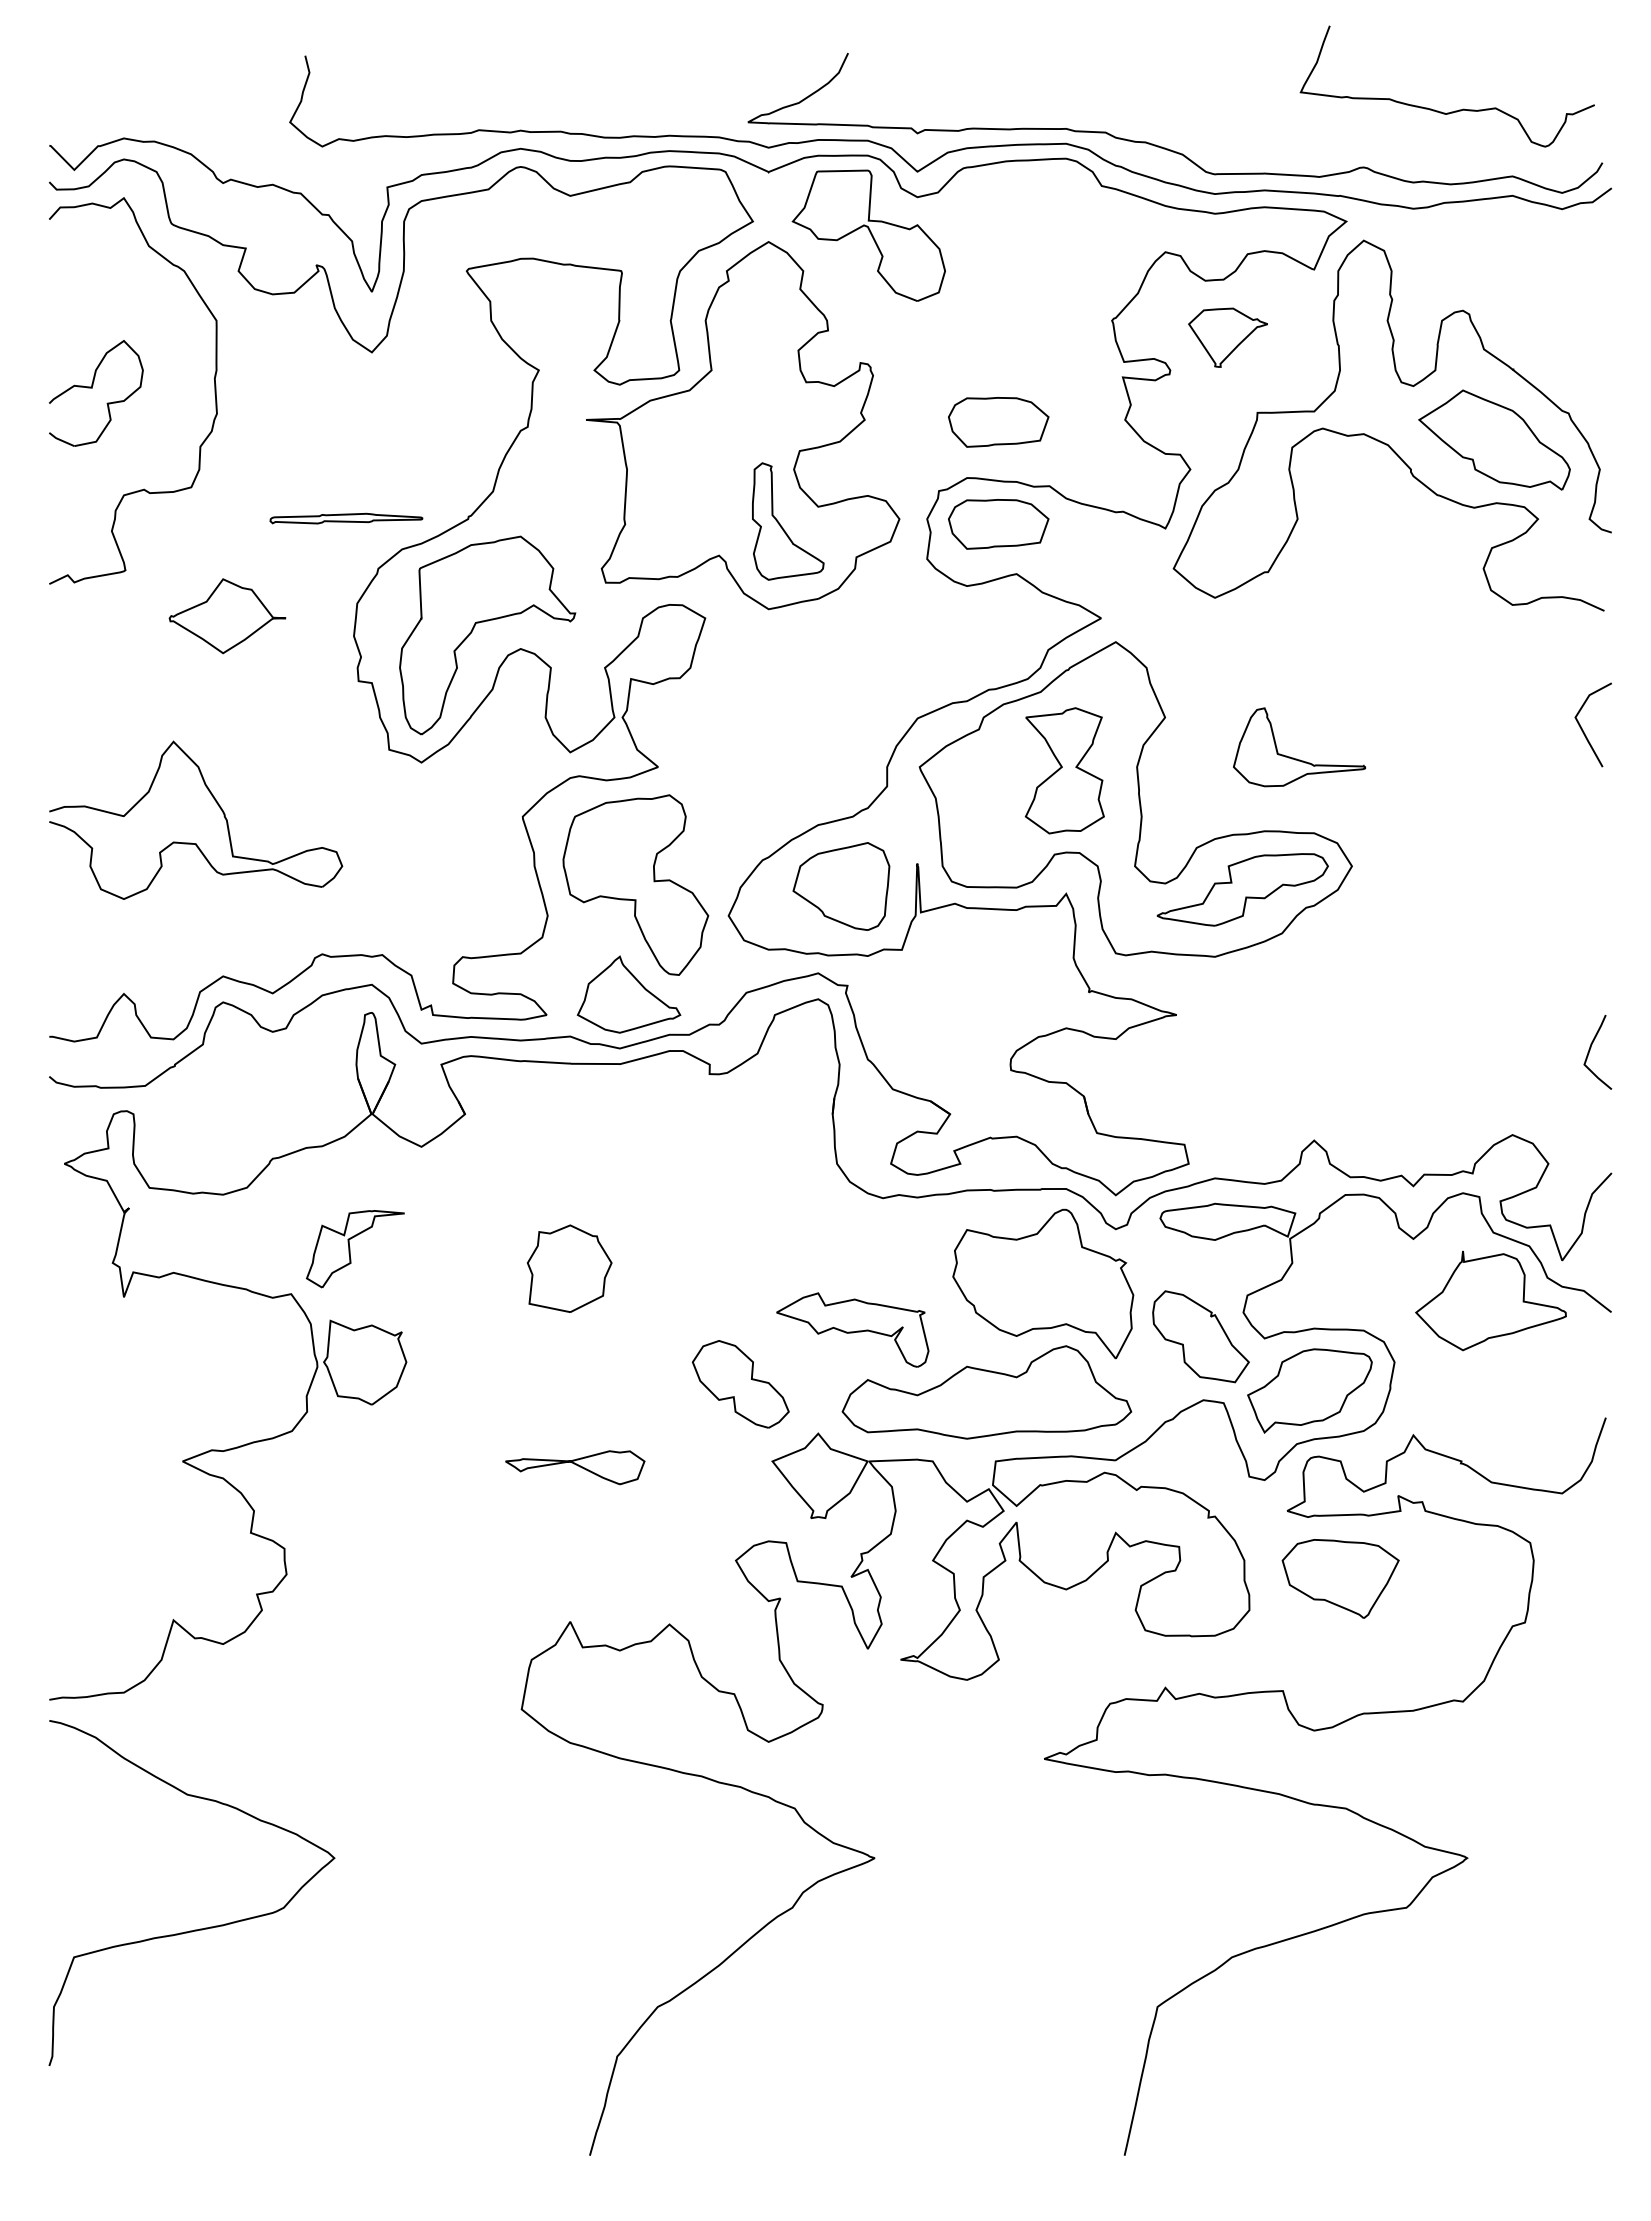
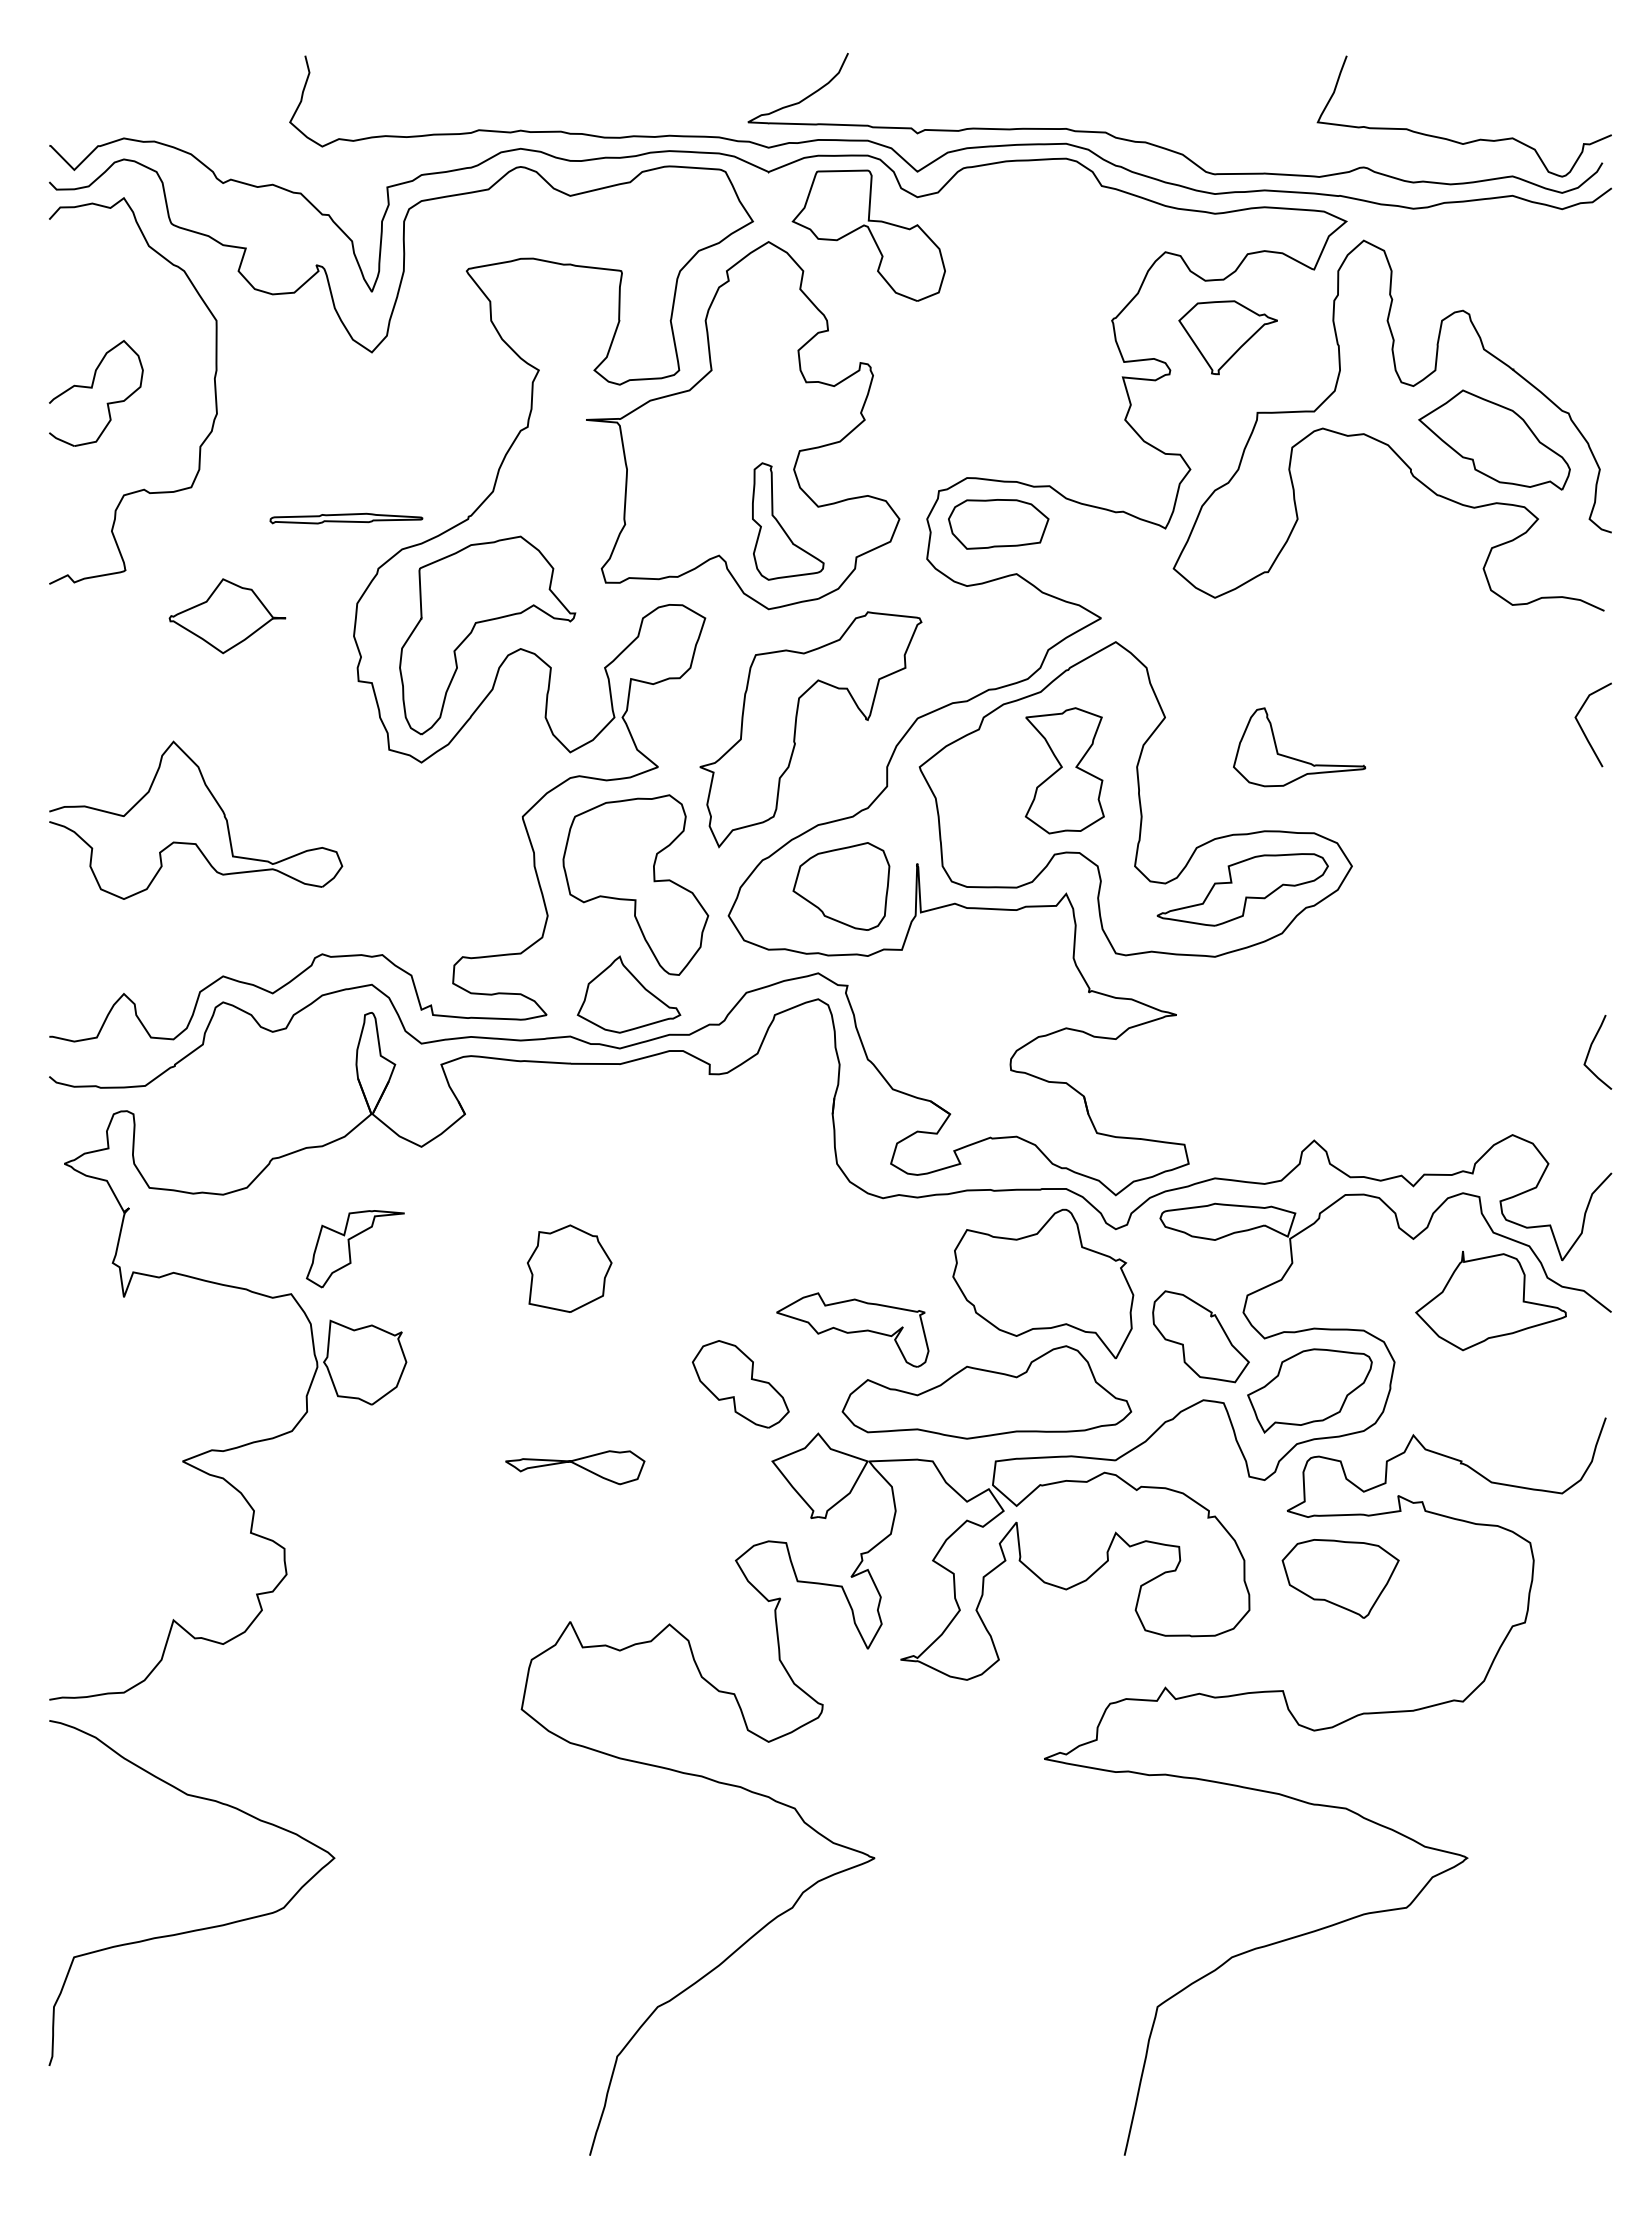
curve at (1438, 110) position: (1438, 110) -> (1455, 140)
part at (1227, 337) size: 80x61 px -> 100x76 px
part at (998, 422): present -> none
part at (796, 729): none -> present
